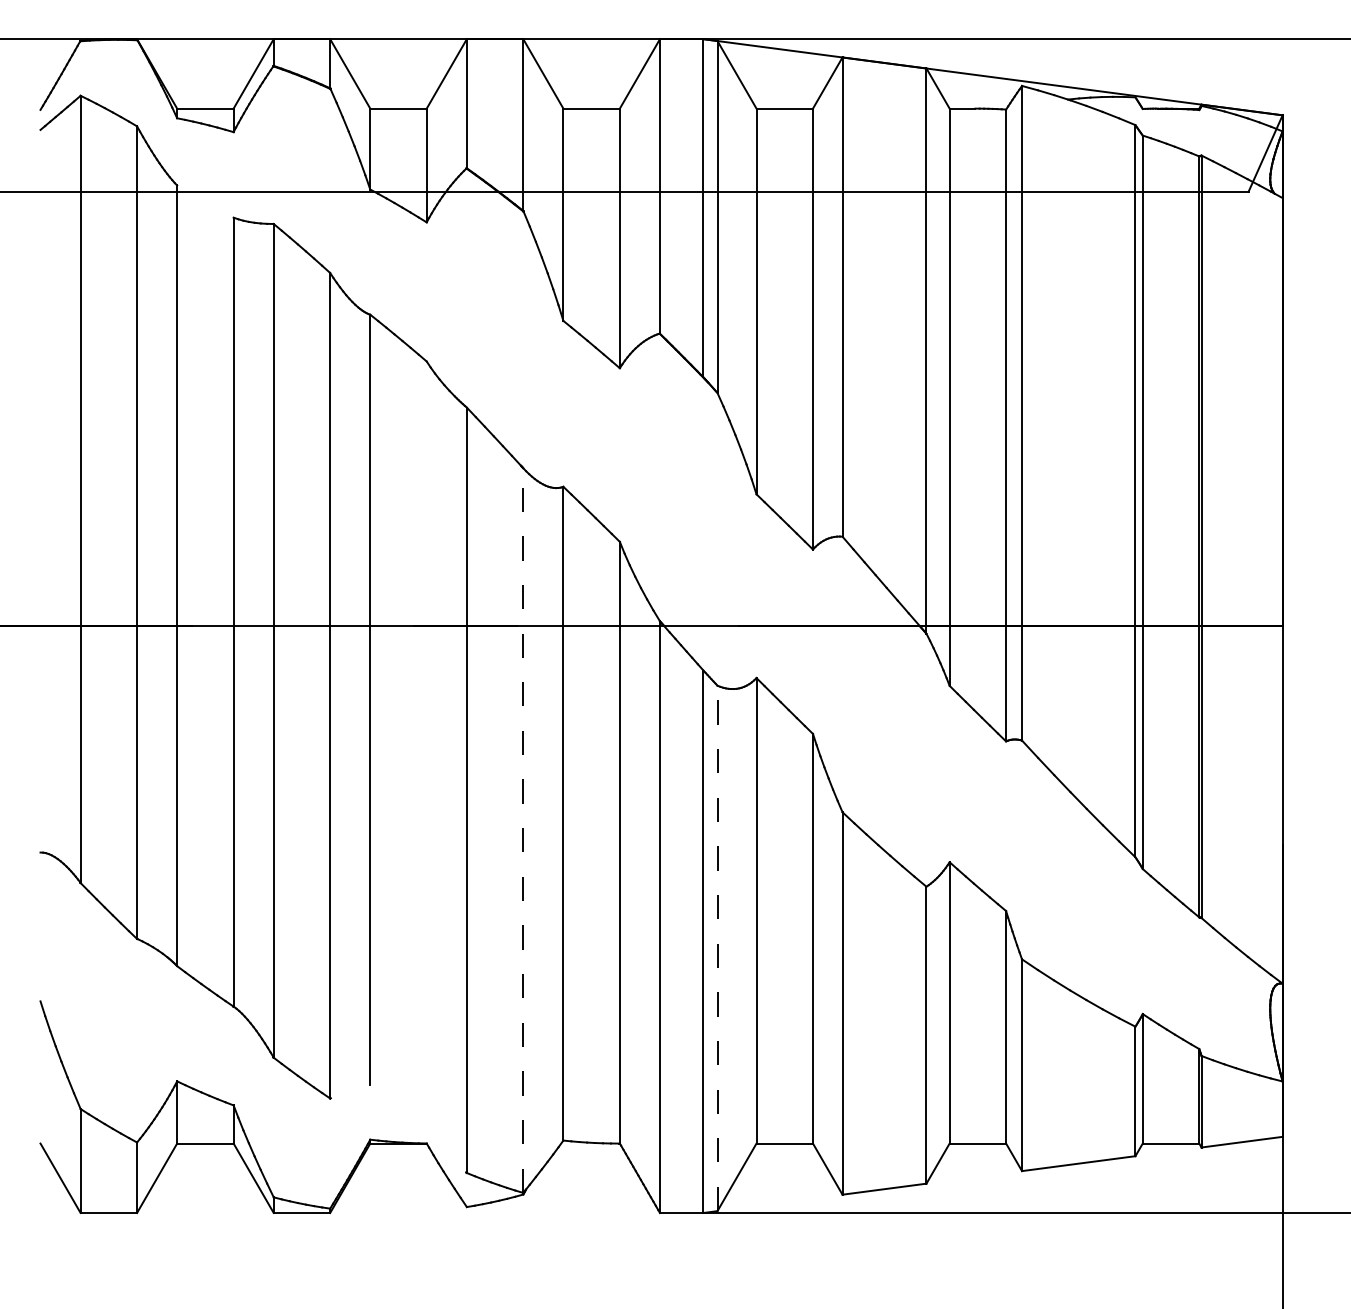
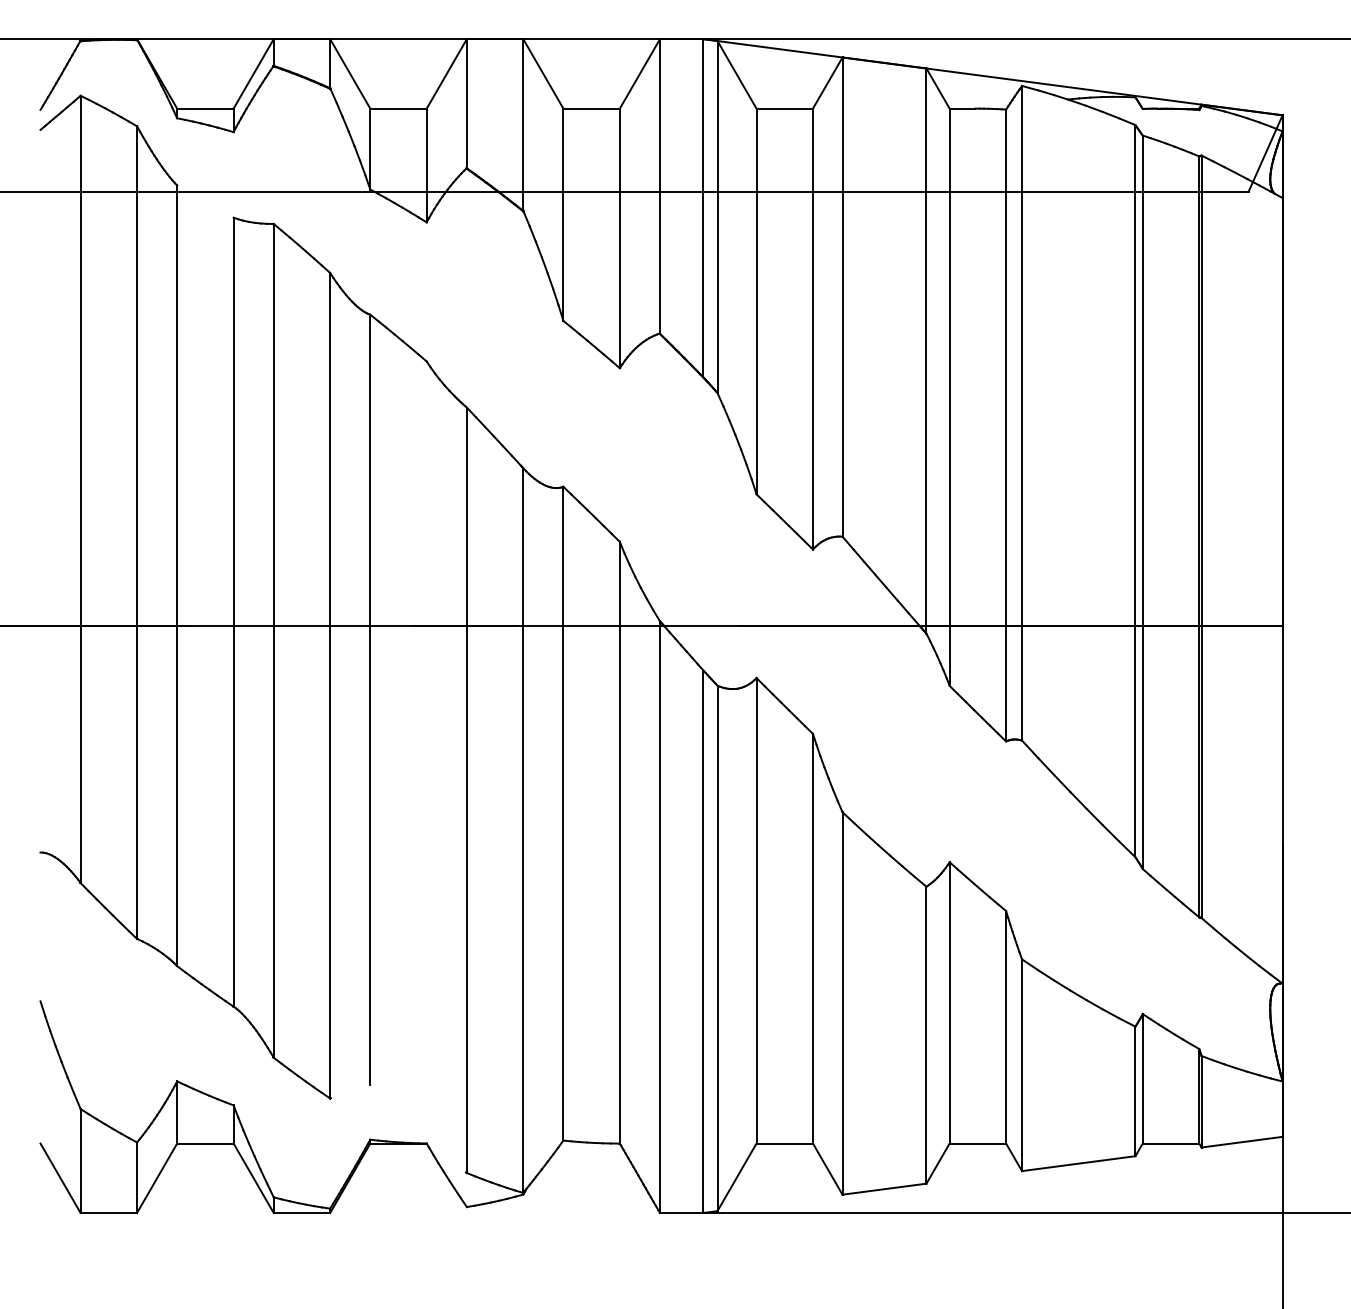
line at (523, 830): dashed -> solid
line at (717, 948): dashed -> solid
